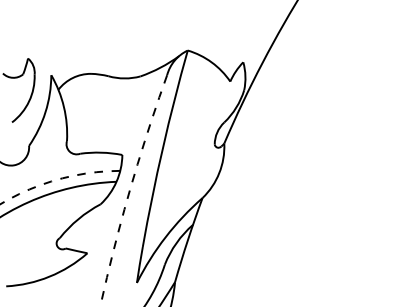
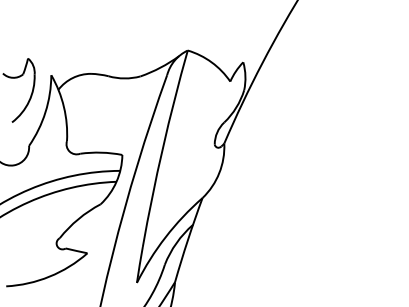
arc at (57, 179): dashed -> solid
arc at (129, 190): dashed -> solid
